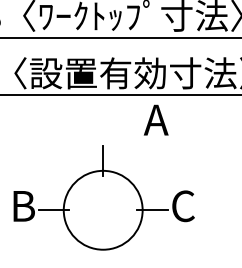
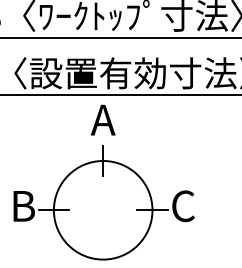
text at (155, 119) position: (155, 119) -> (102, 119)
circle at (102, 209) diameter: 79 px -> 99 px
